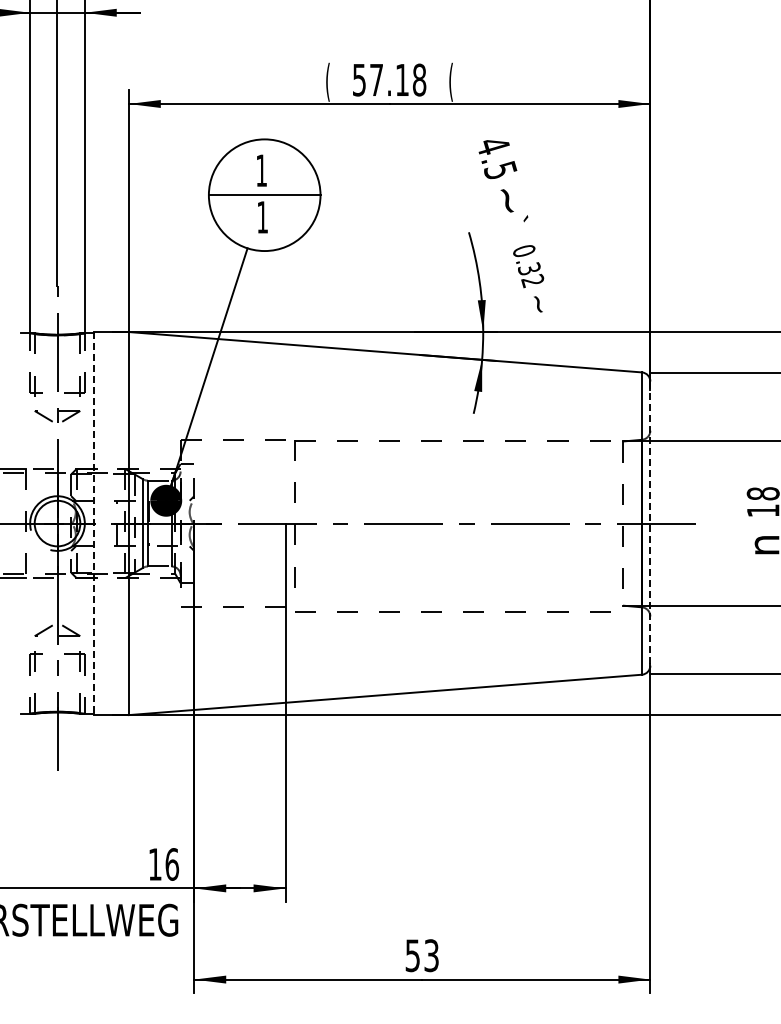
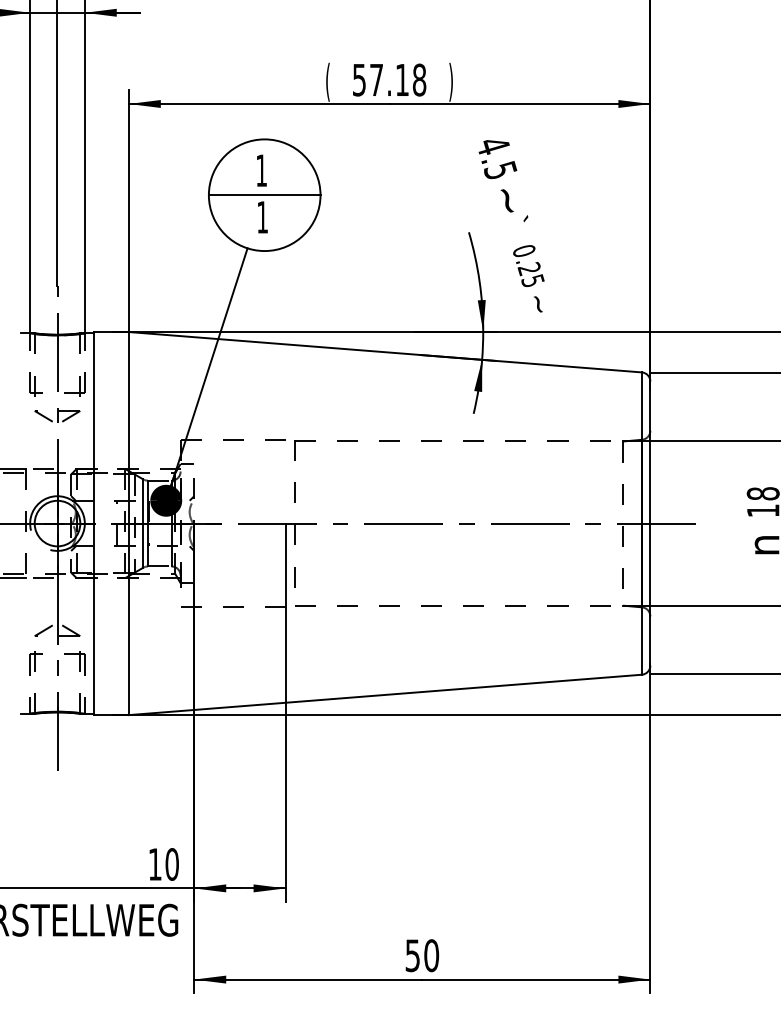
text at (450, 81): ( -> )
text at (530, 274): 0.32 -> 0.25
line at (93, 523): dashed -> solid
line at (650, 524): dashed -> solid
line at (441, 611) position: (441, 611) -> (441, 605)
text at (172, 864): 16 -> 10
text at (431, 955): 53 -> 50
